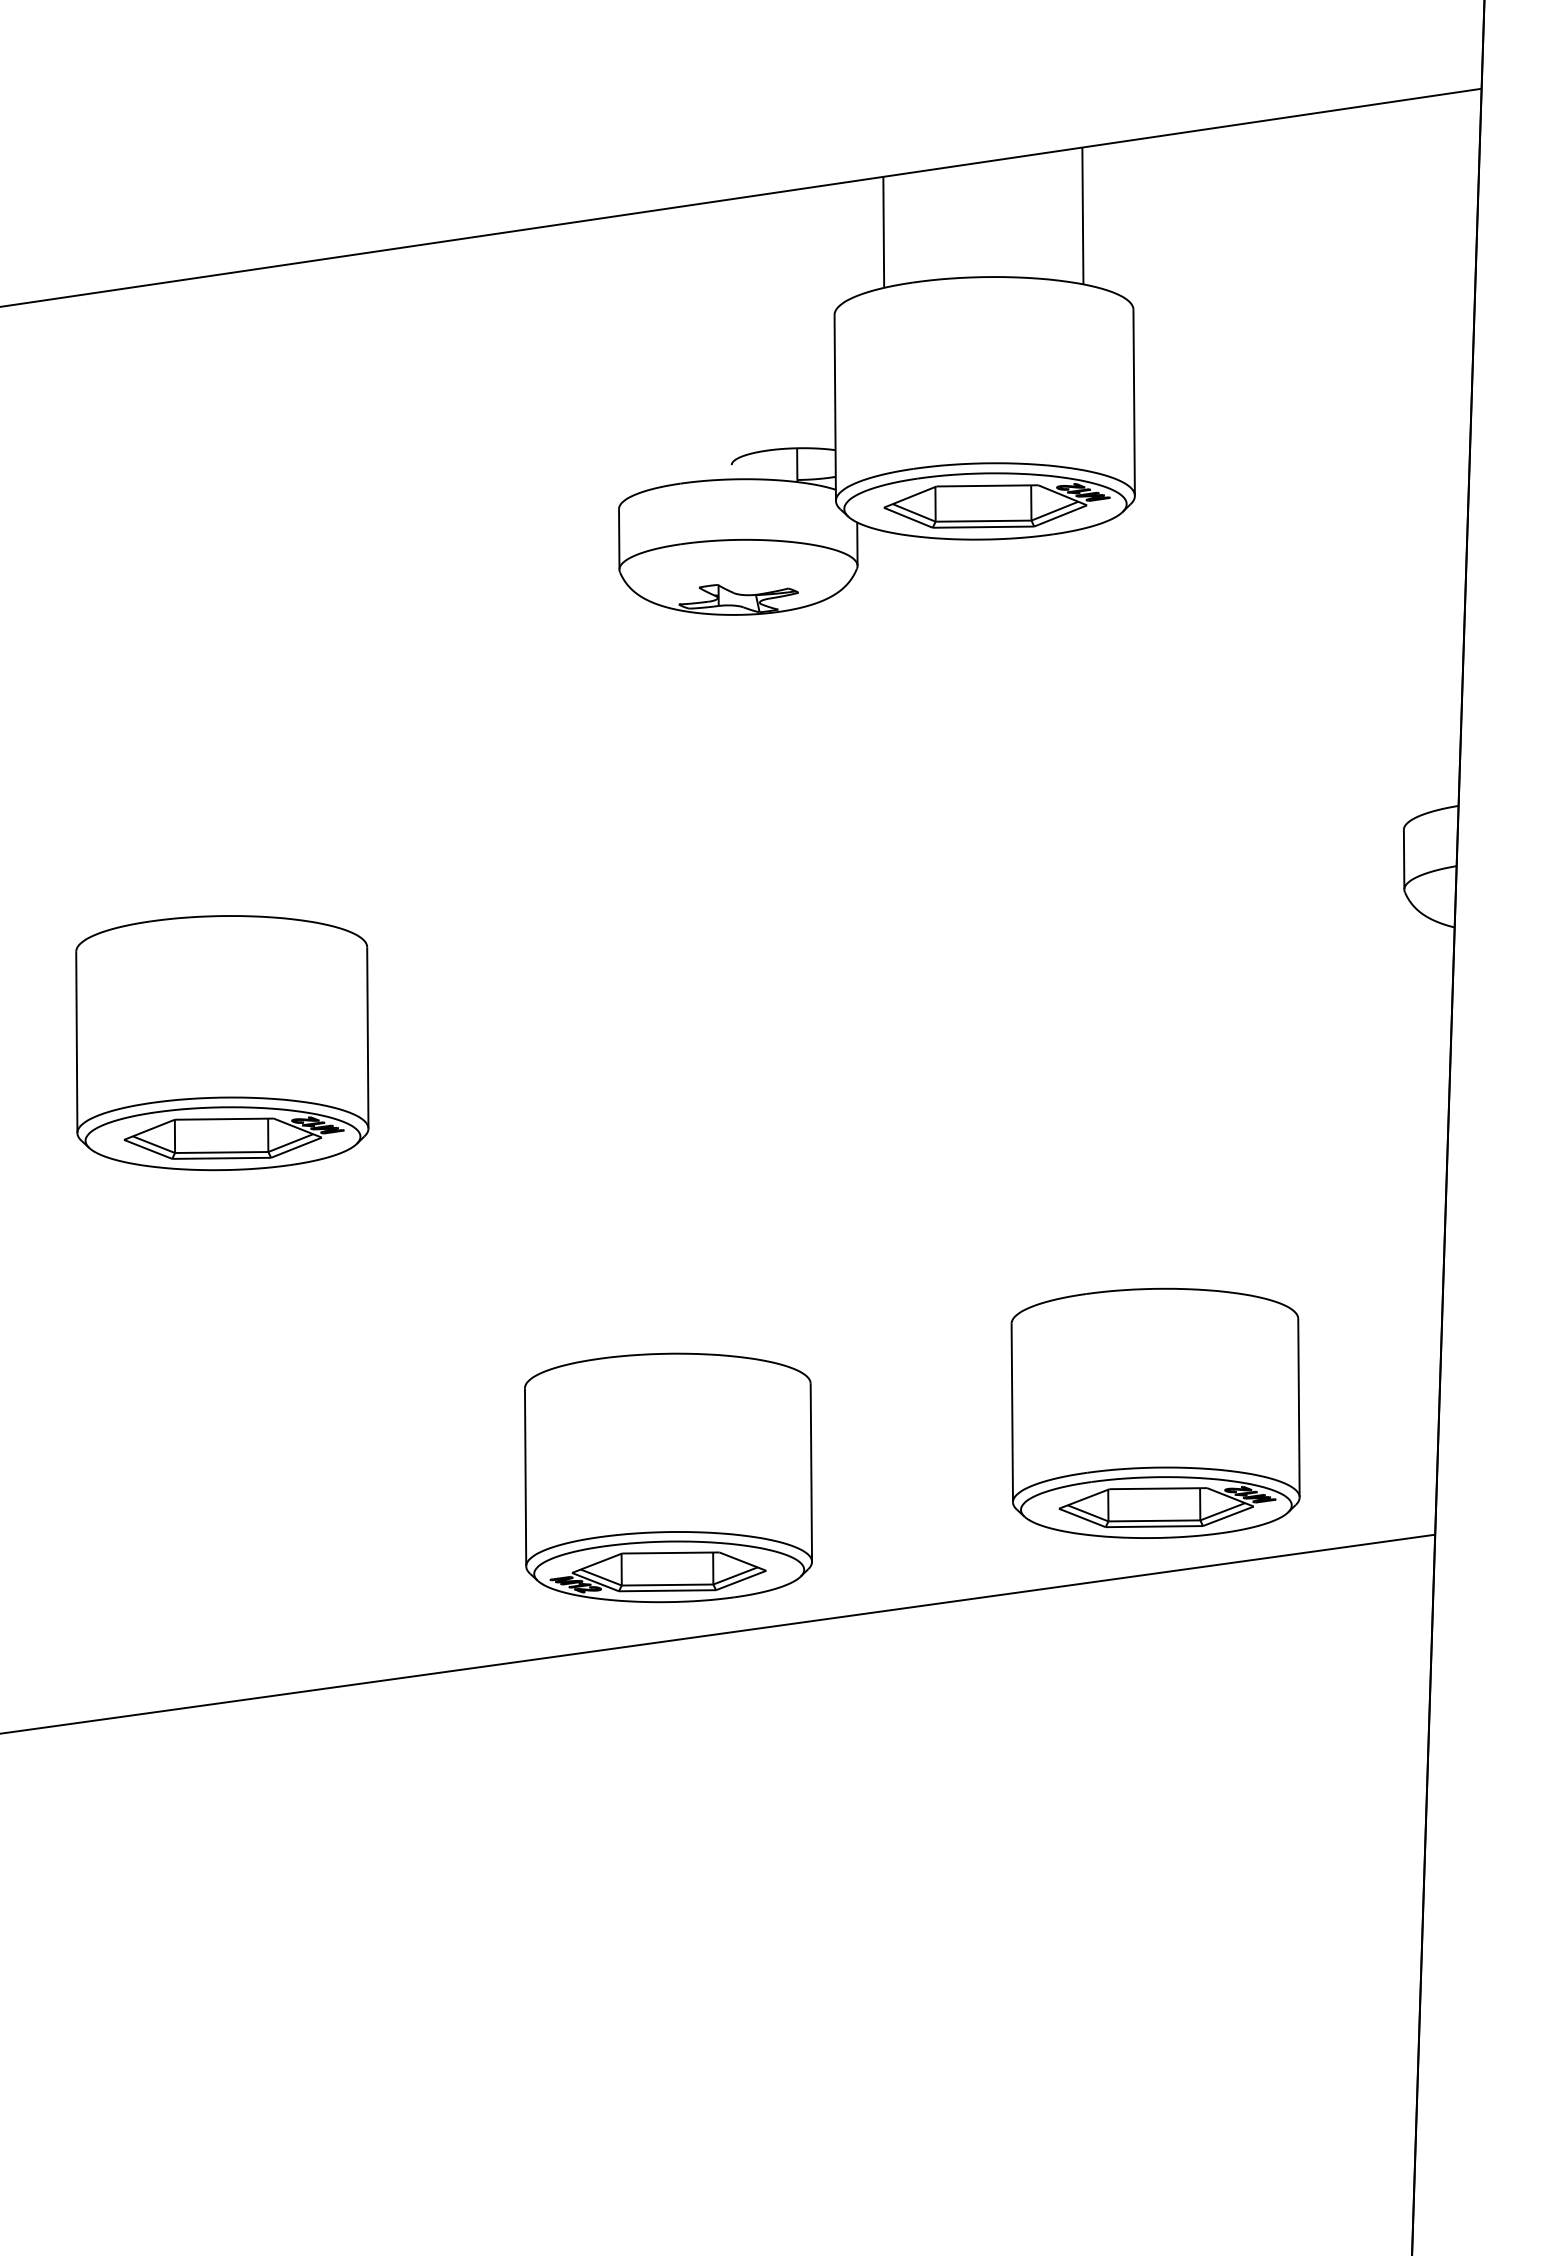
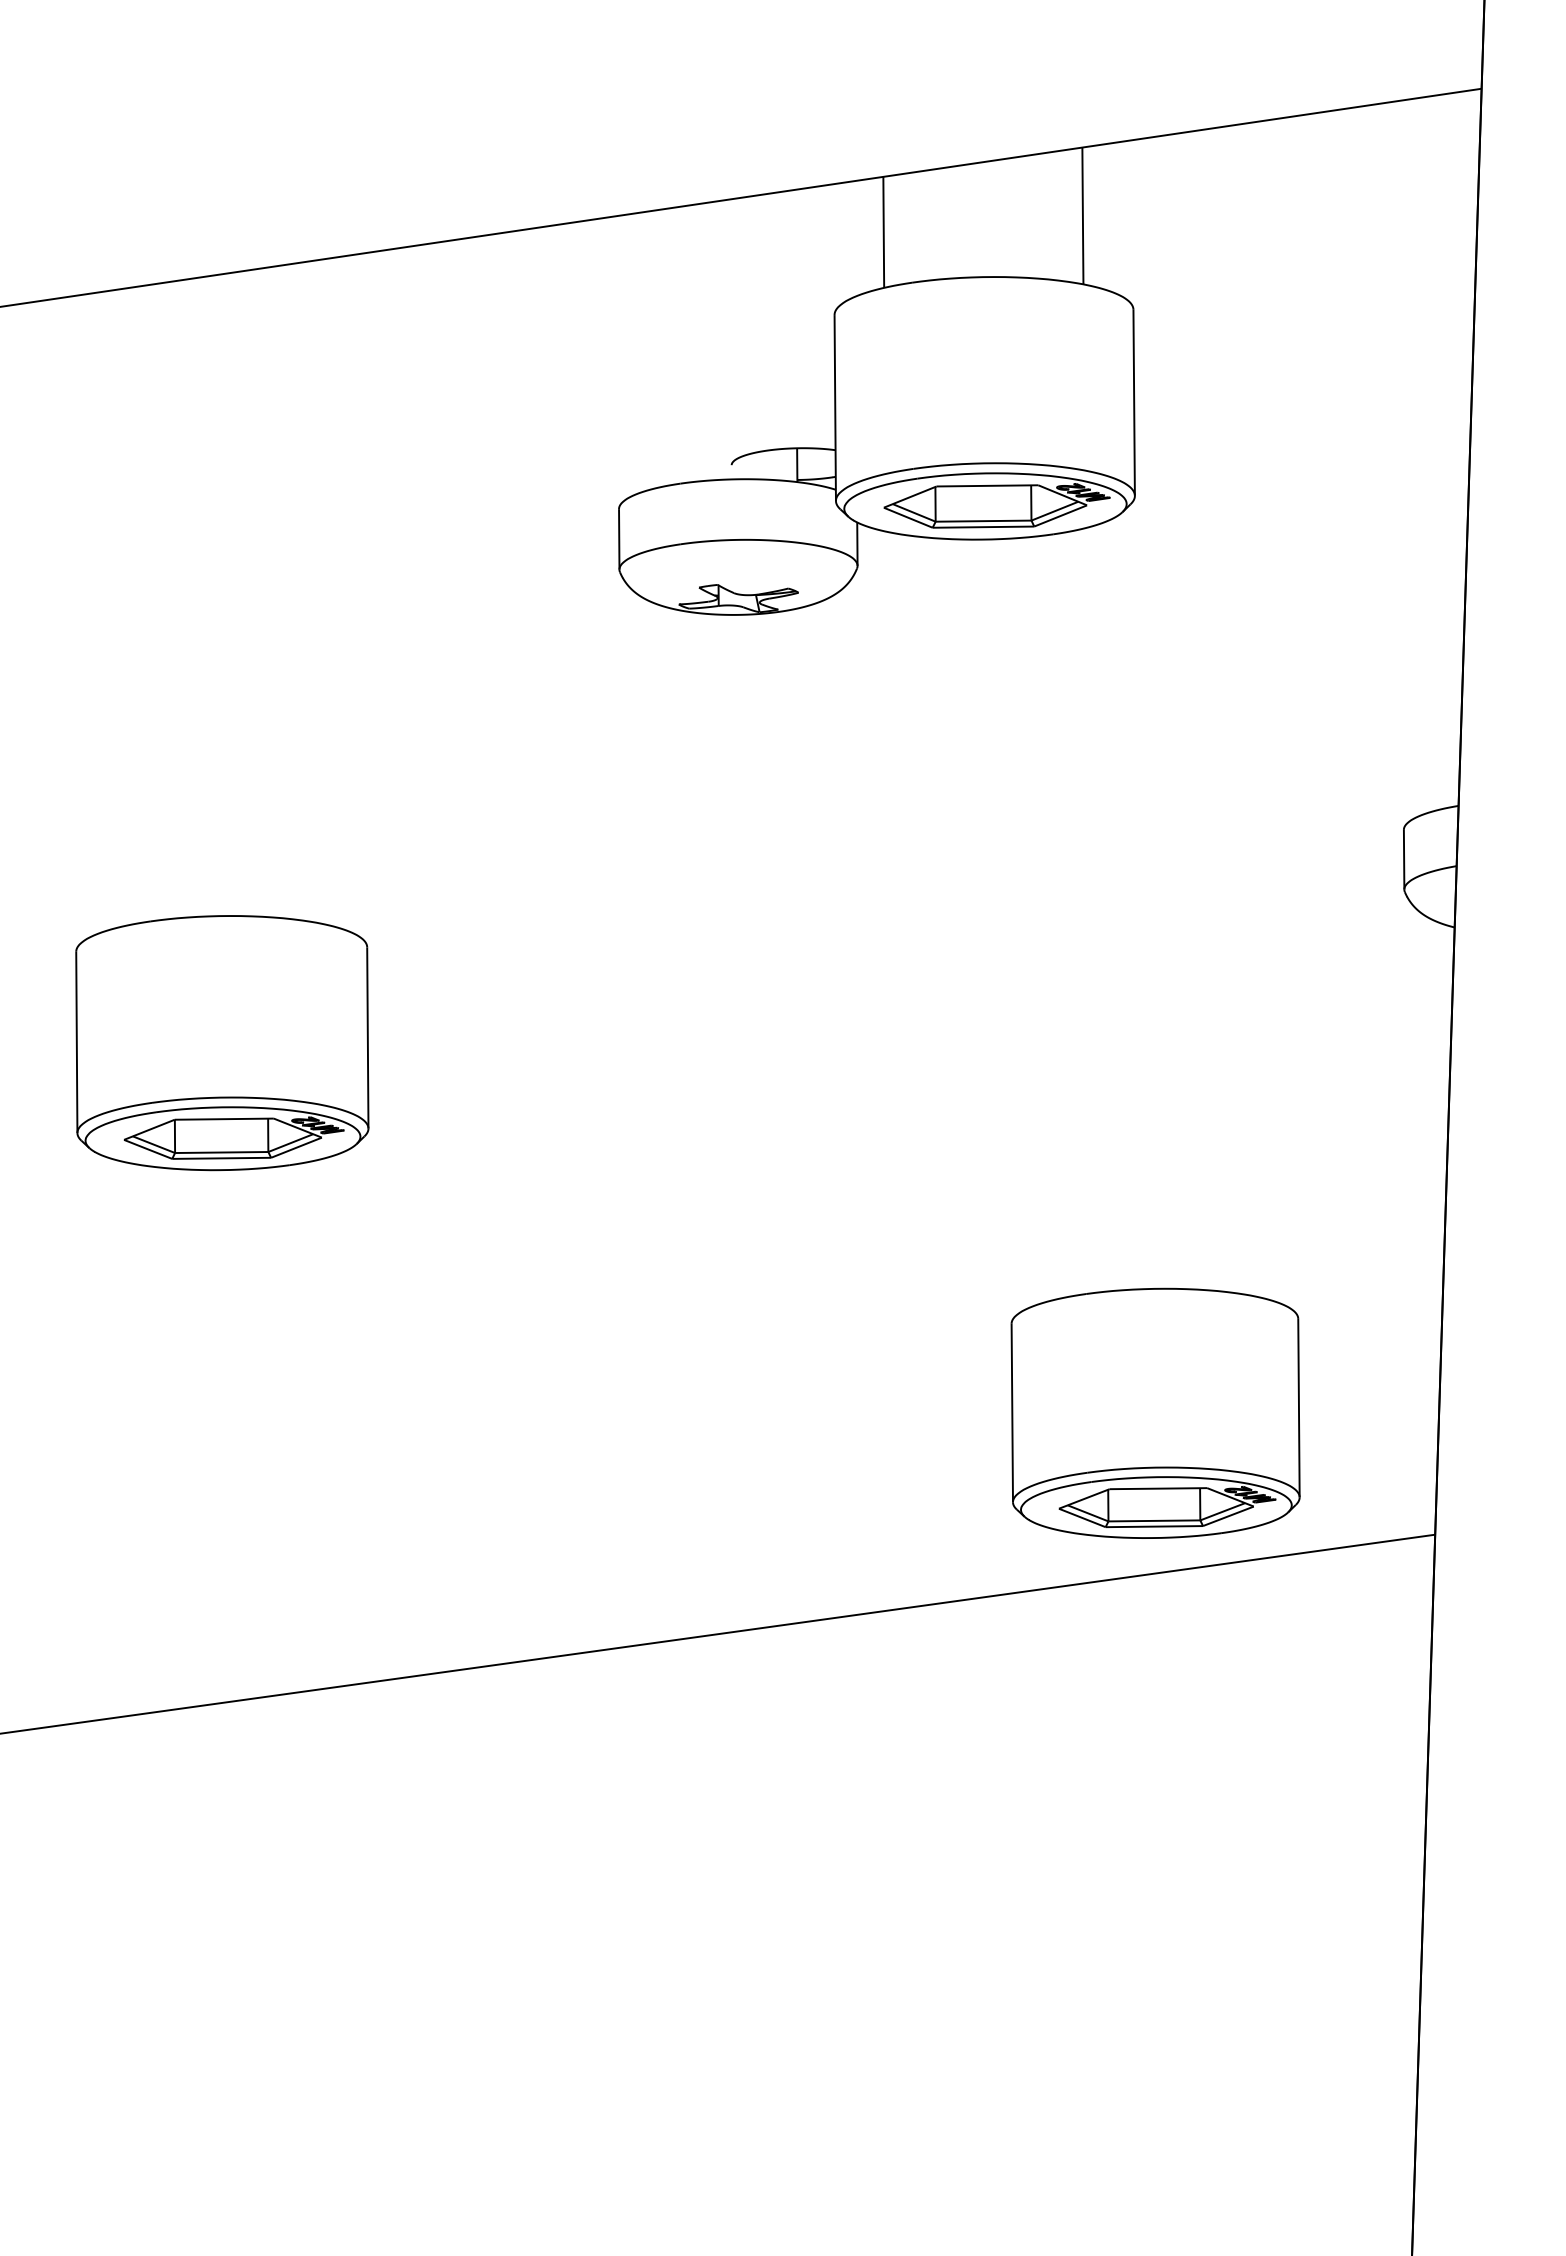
part at (668, 1477): present -> none
